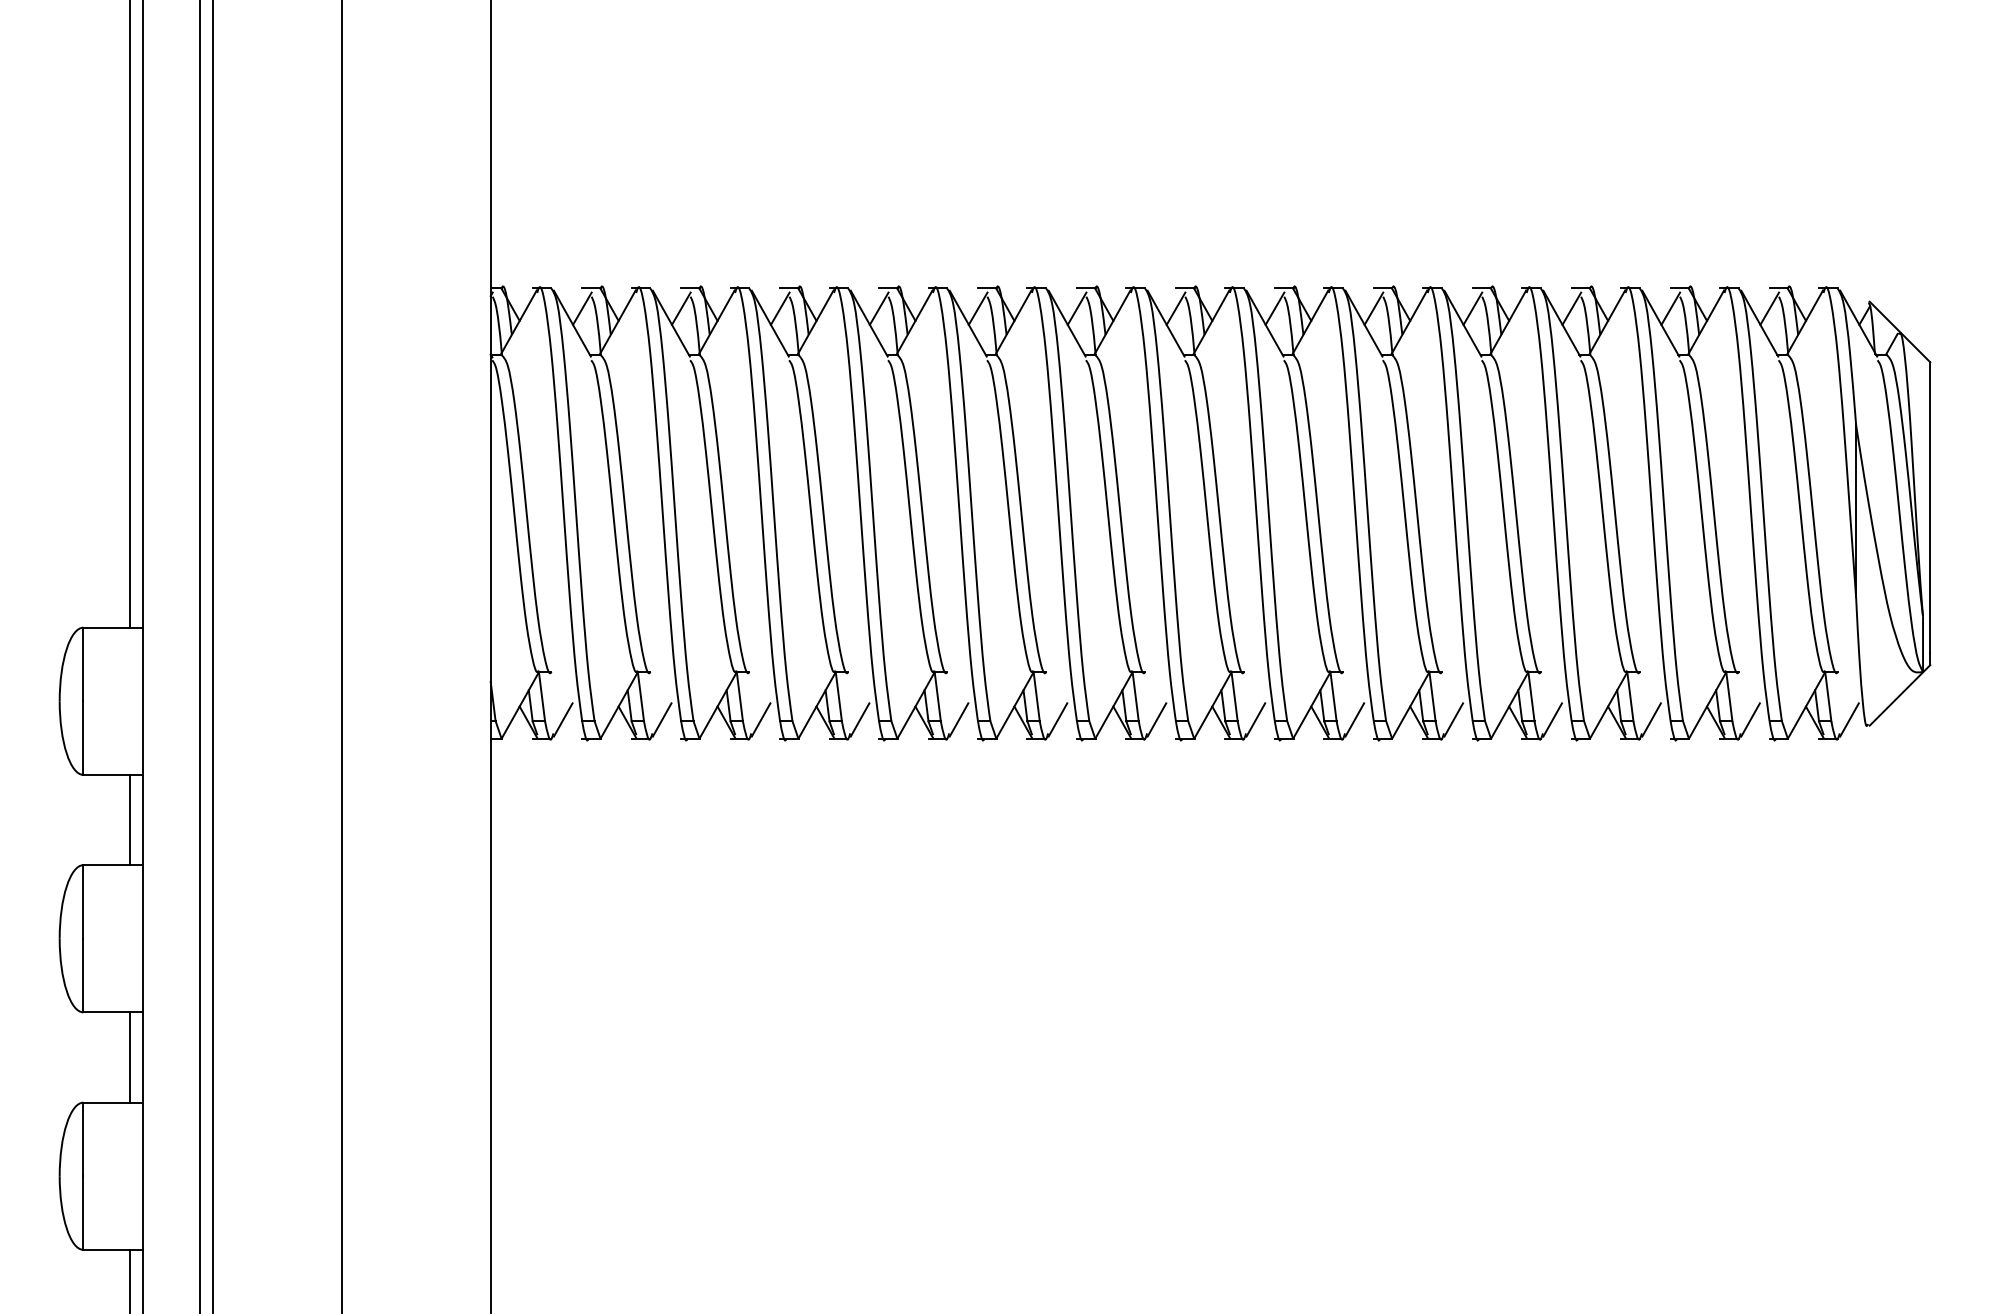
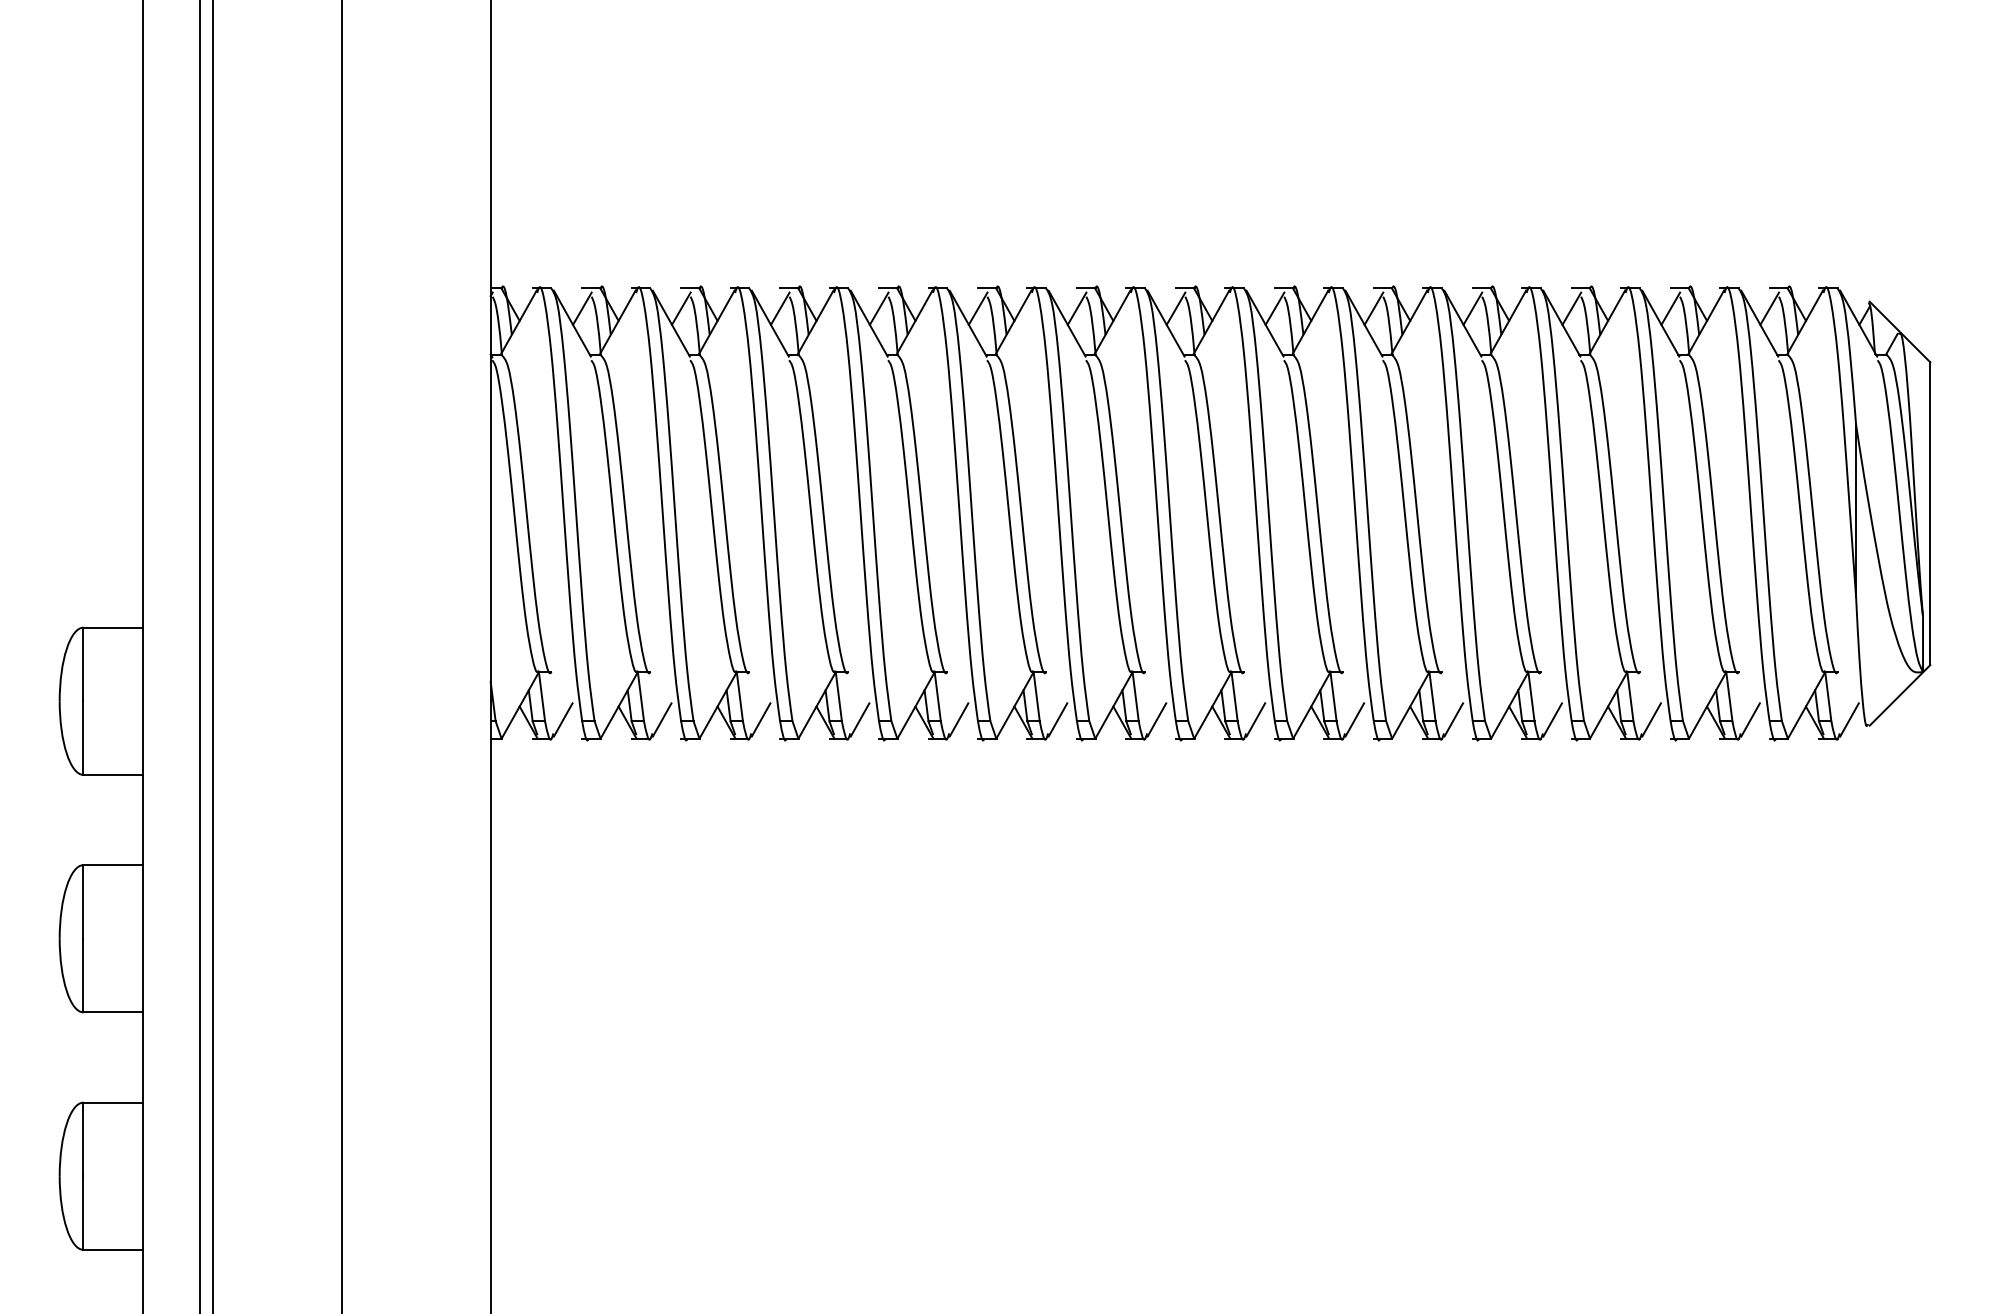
line at (130, 314): present -> none
line at (130, 819): present -> none
line at (130, 1057): present -> none
line at (130, 1279): present -> none
